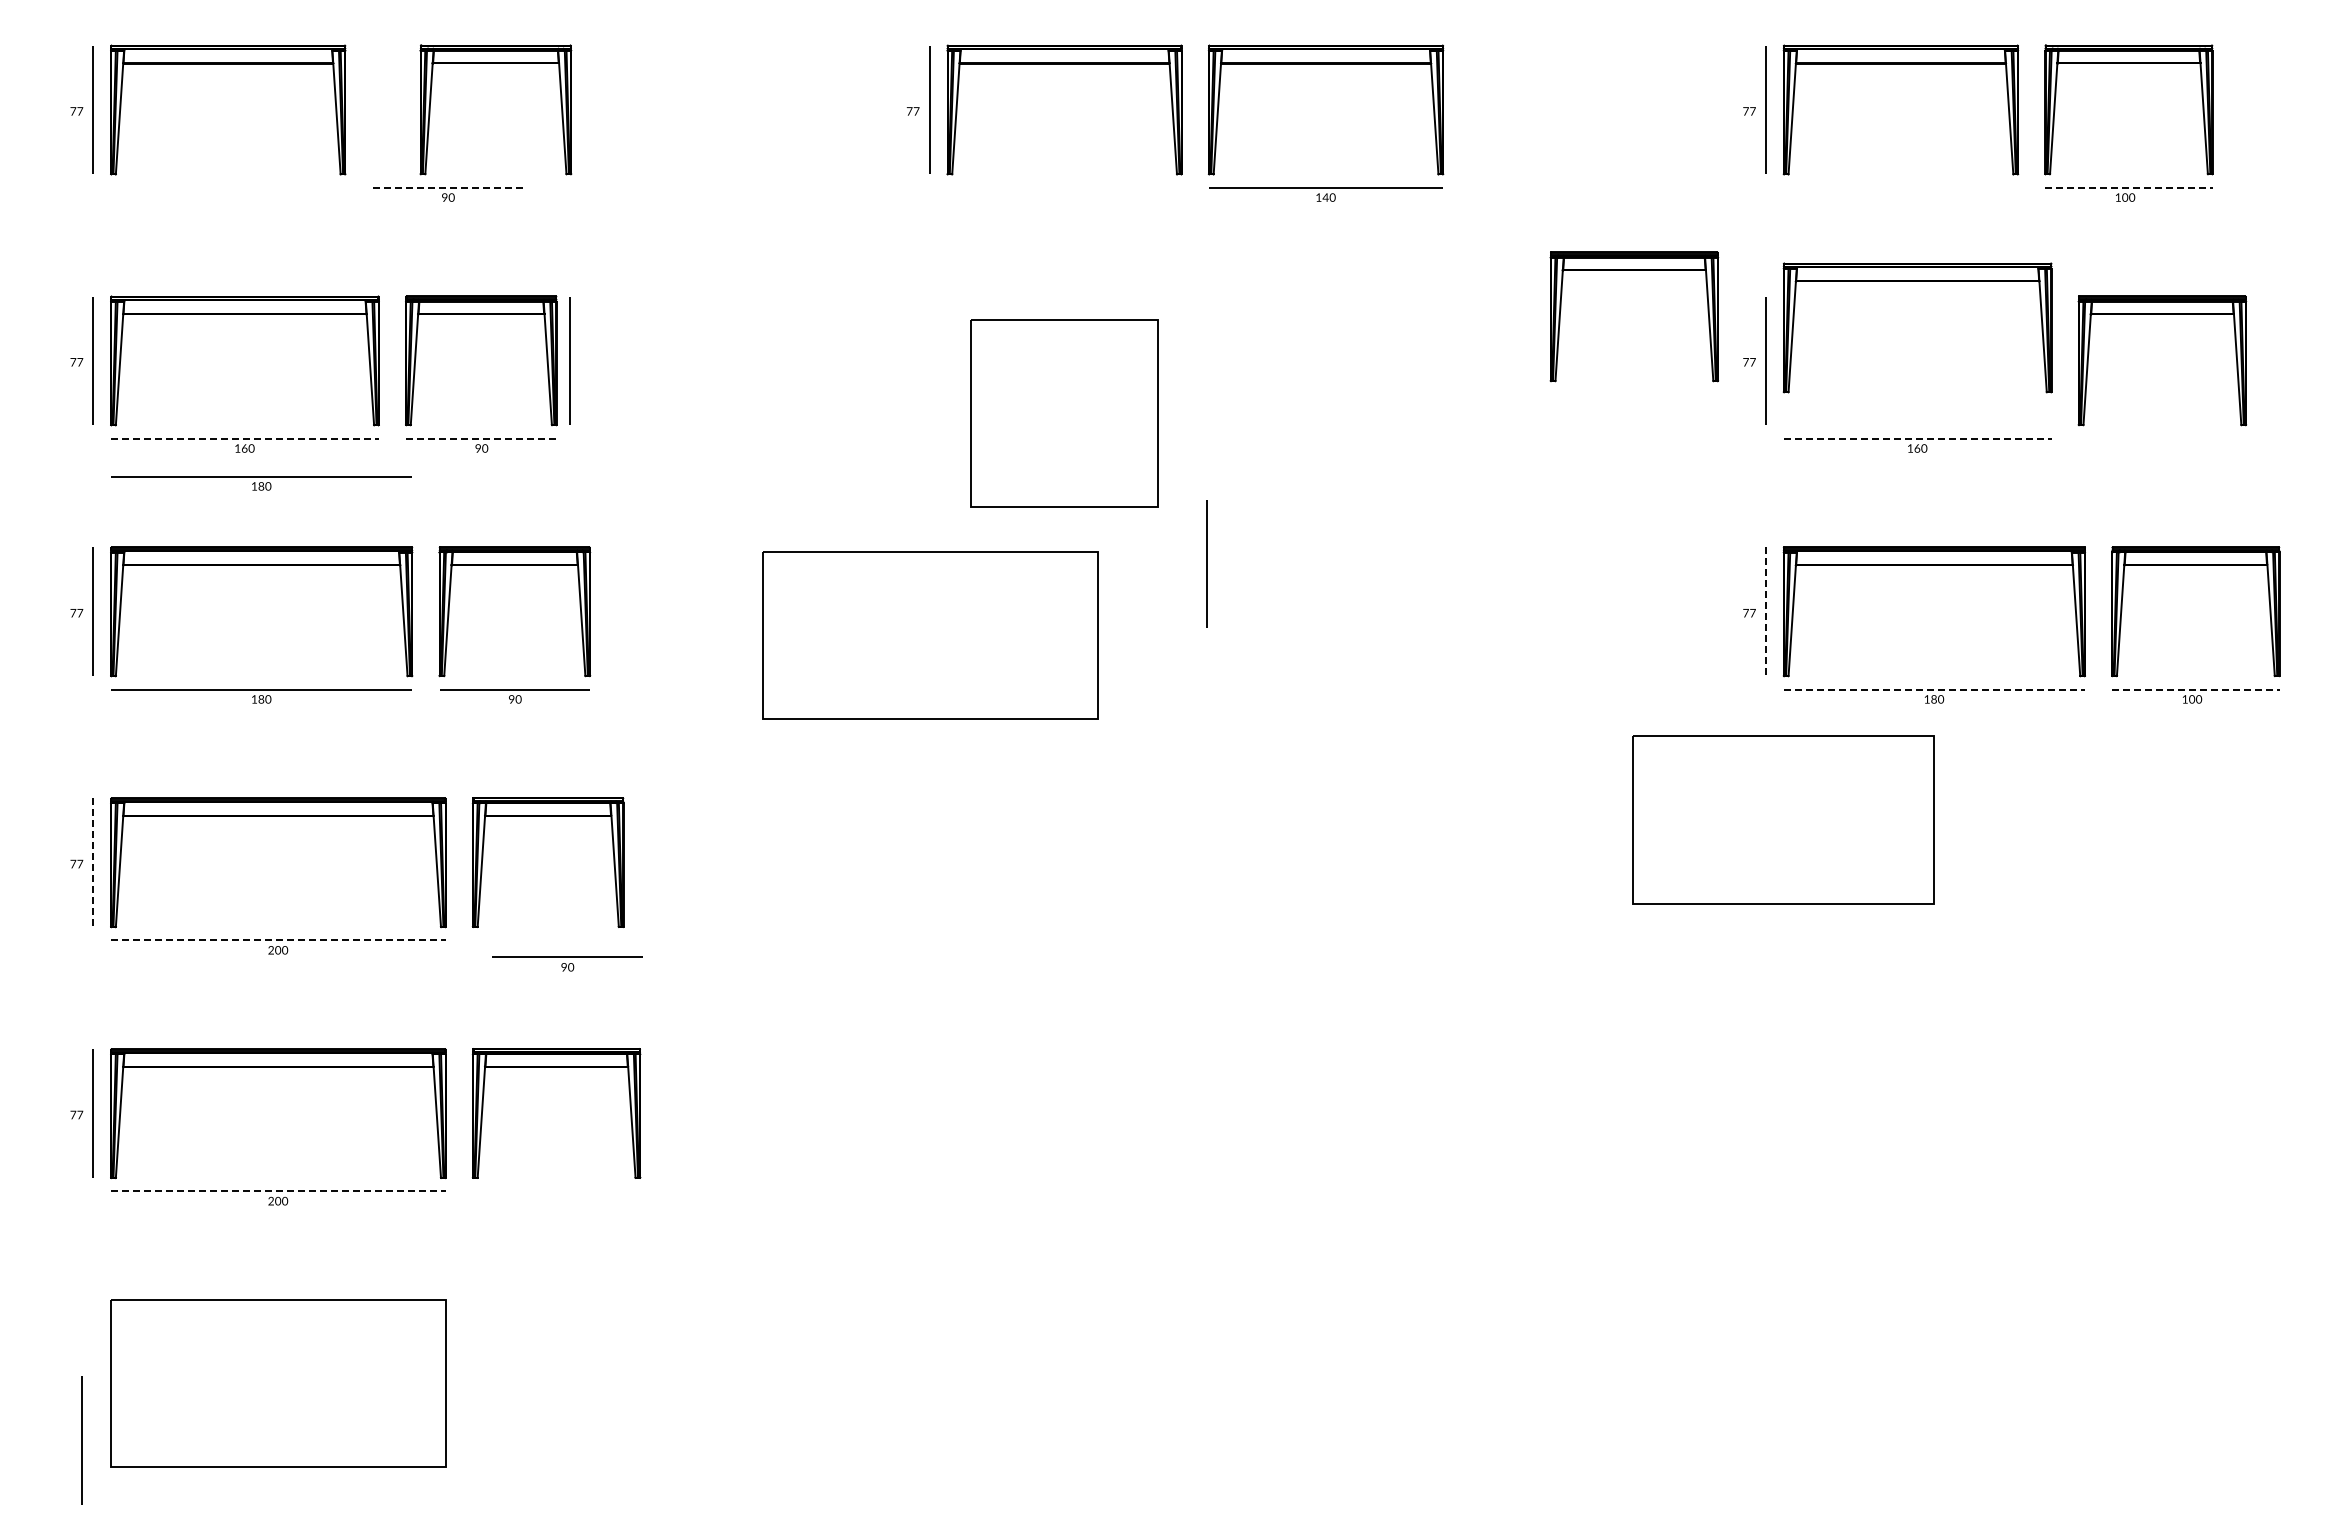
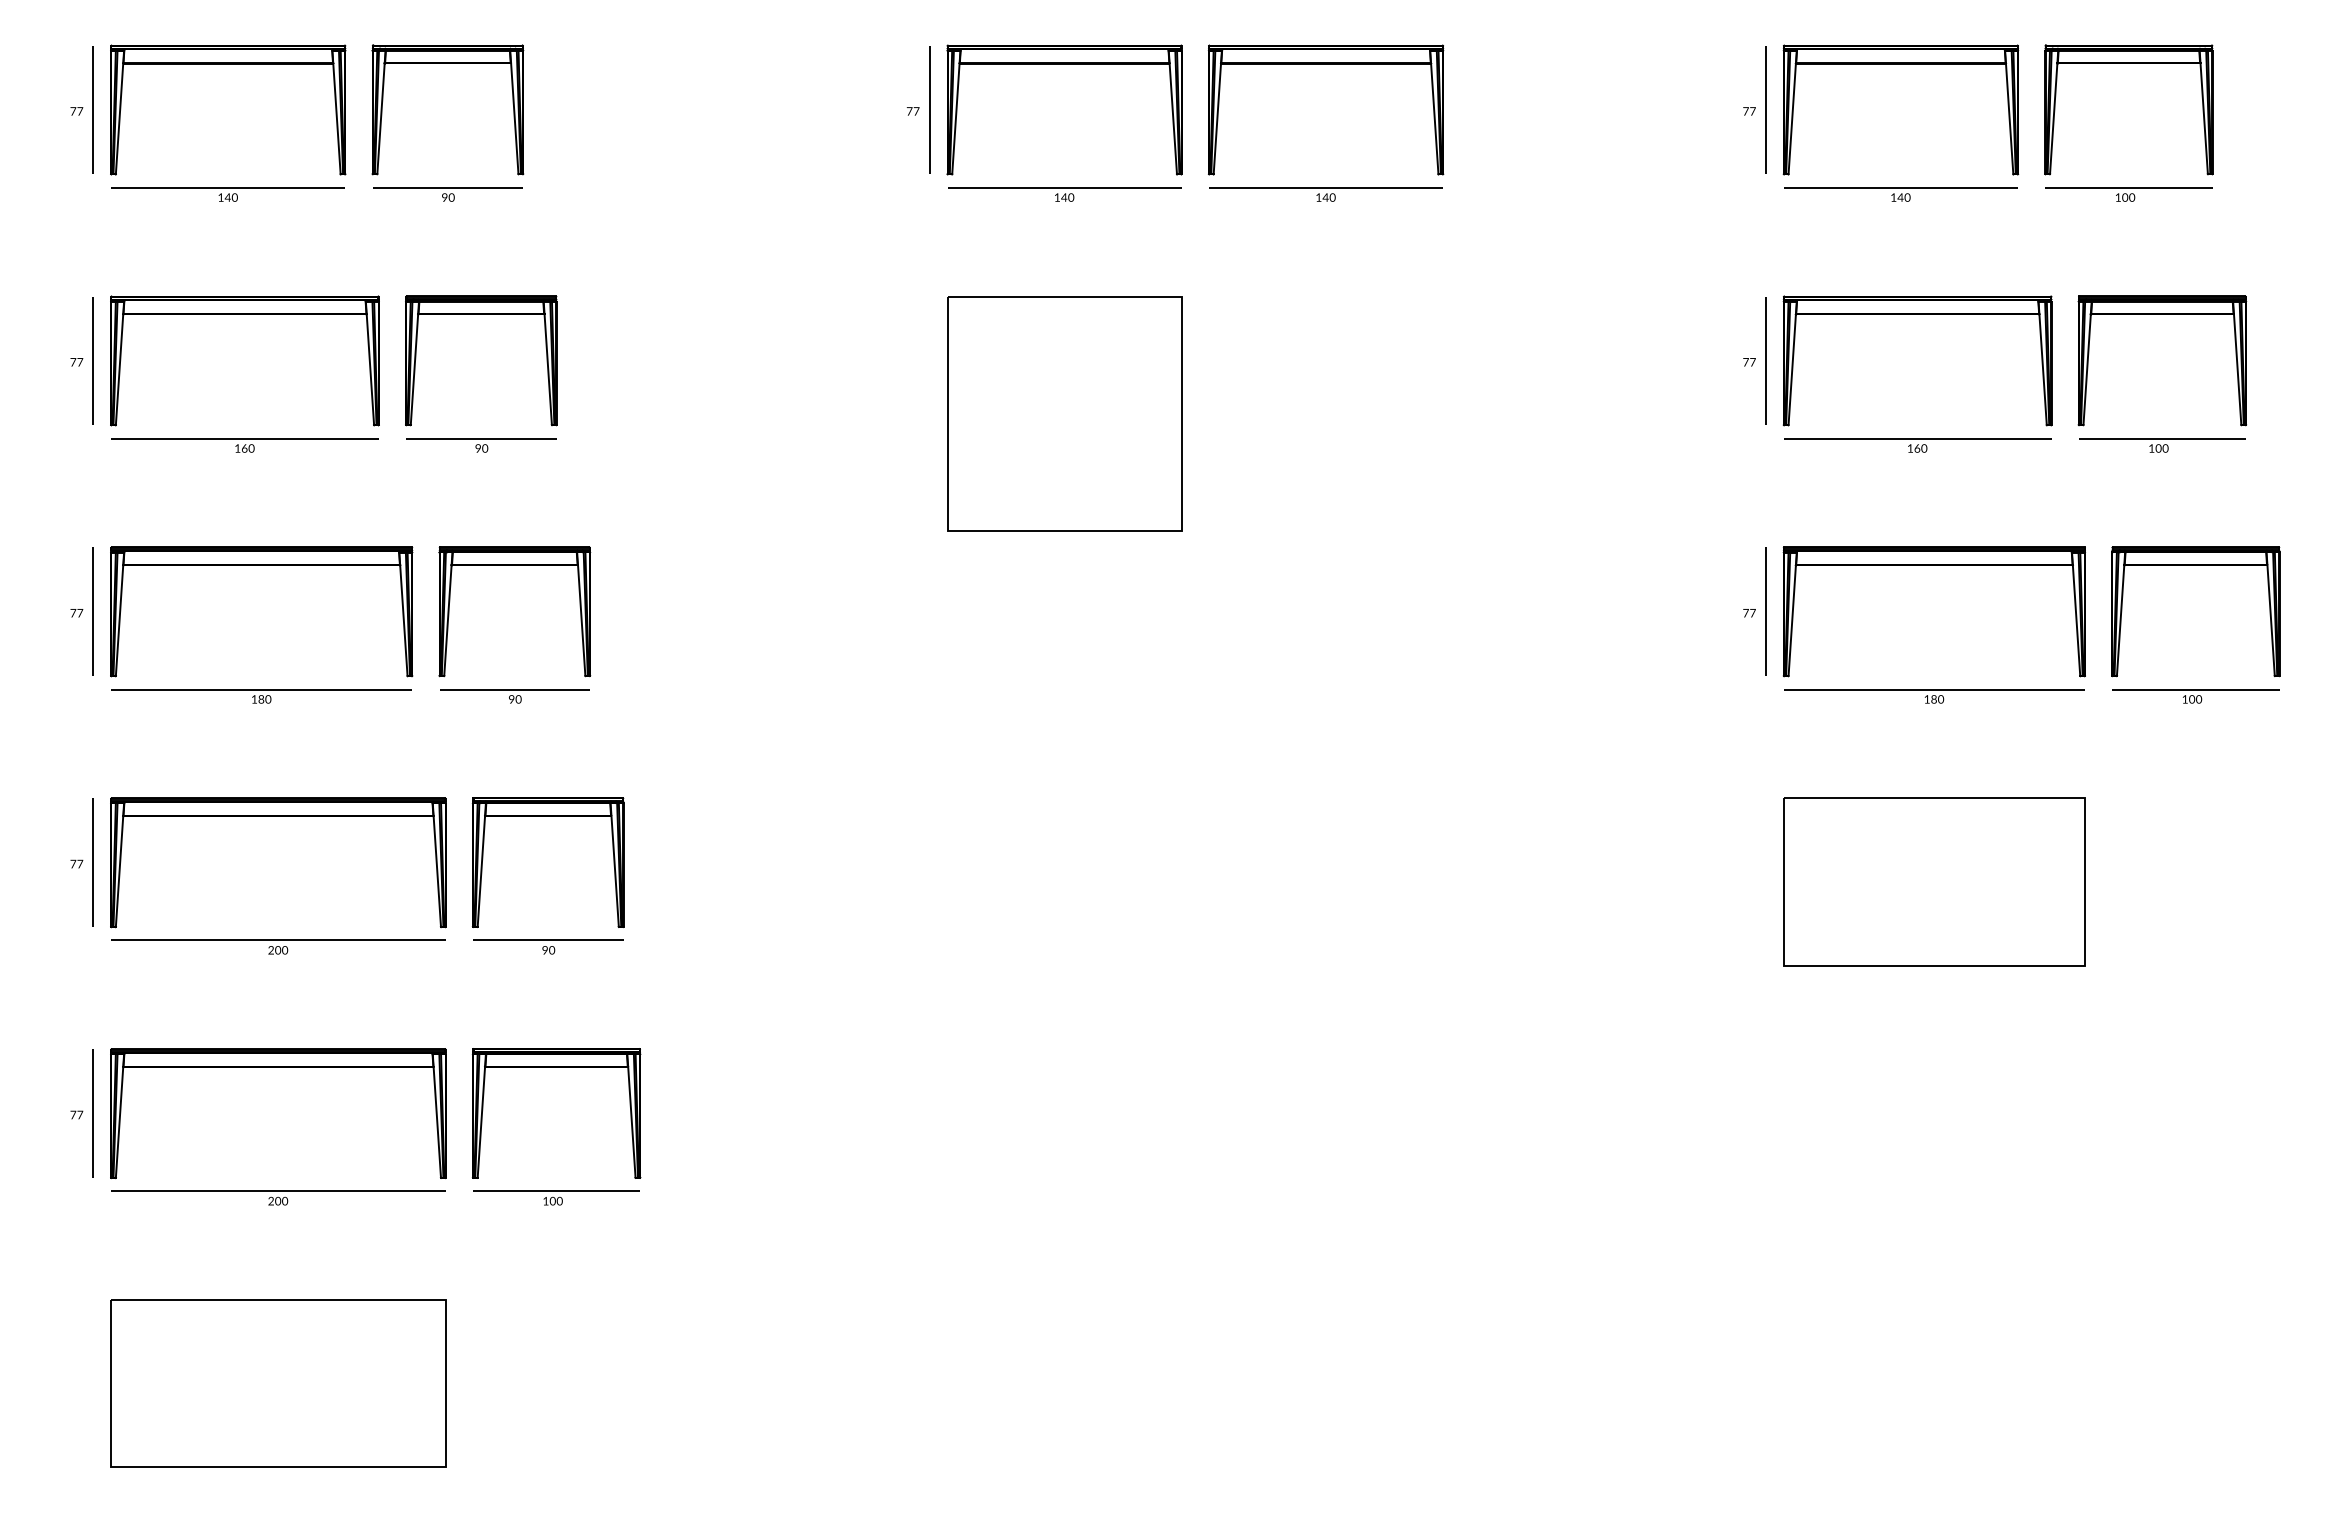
part at (495, 63) position: (495, 63) -> (447, 63)
line at (448, 187): dashed -> solid
line at (2128, 187): dashed -> solid
part at (227, 194): none -> present
part at (1064, 194): none -> present
part at (1900, 194): none -> present
part at (1634, 270): present -> none
part at (1917, 281) position: (1917, 281) -> (1917, 314)
line at (569, 360): present -> none
part at (1064, 413) size: 189x189 px -> 236x236 px
line at (244, 438): dashed -> solid
line at (481, 438): dashed -> solid
line at (1917, 438): dashed -> solid
part at (2162, 445): none -> present
part at (261, 483): present -> none
line at (1206, 563): present -> none
line at (1766, 612): dashed -> solid
part at (930, 635): present -> none
line at (1934, 689): dashed -> solid
line at (2195, 689): dashed -> solid
part at (1783, 819) position: (1783, 819) -> (1934, 881)
line at (93, 863): dashed -> solid
line at (278, 940): dashed -> solid
part at (567, 963) position: (567, 963) -> (548, 946)
line at (278, 1191): dashed -> solid
part at (556, 1197): none -> present
line at (81, 1440): present -> none
